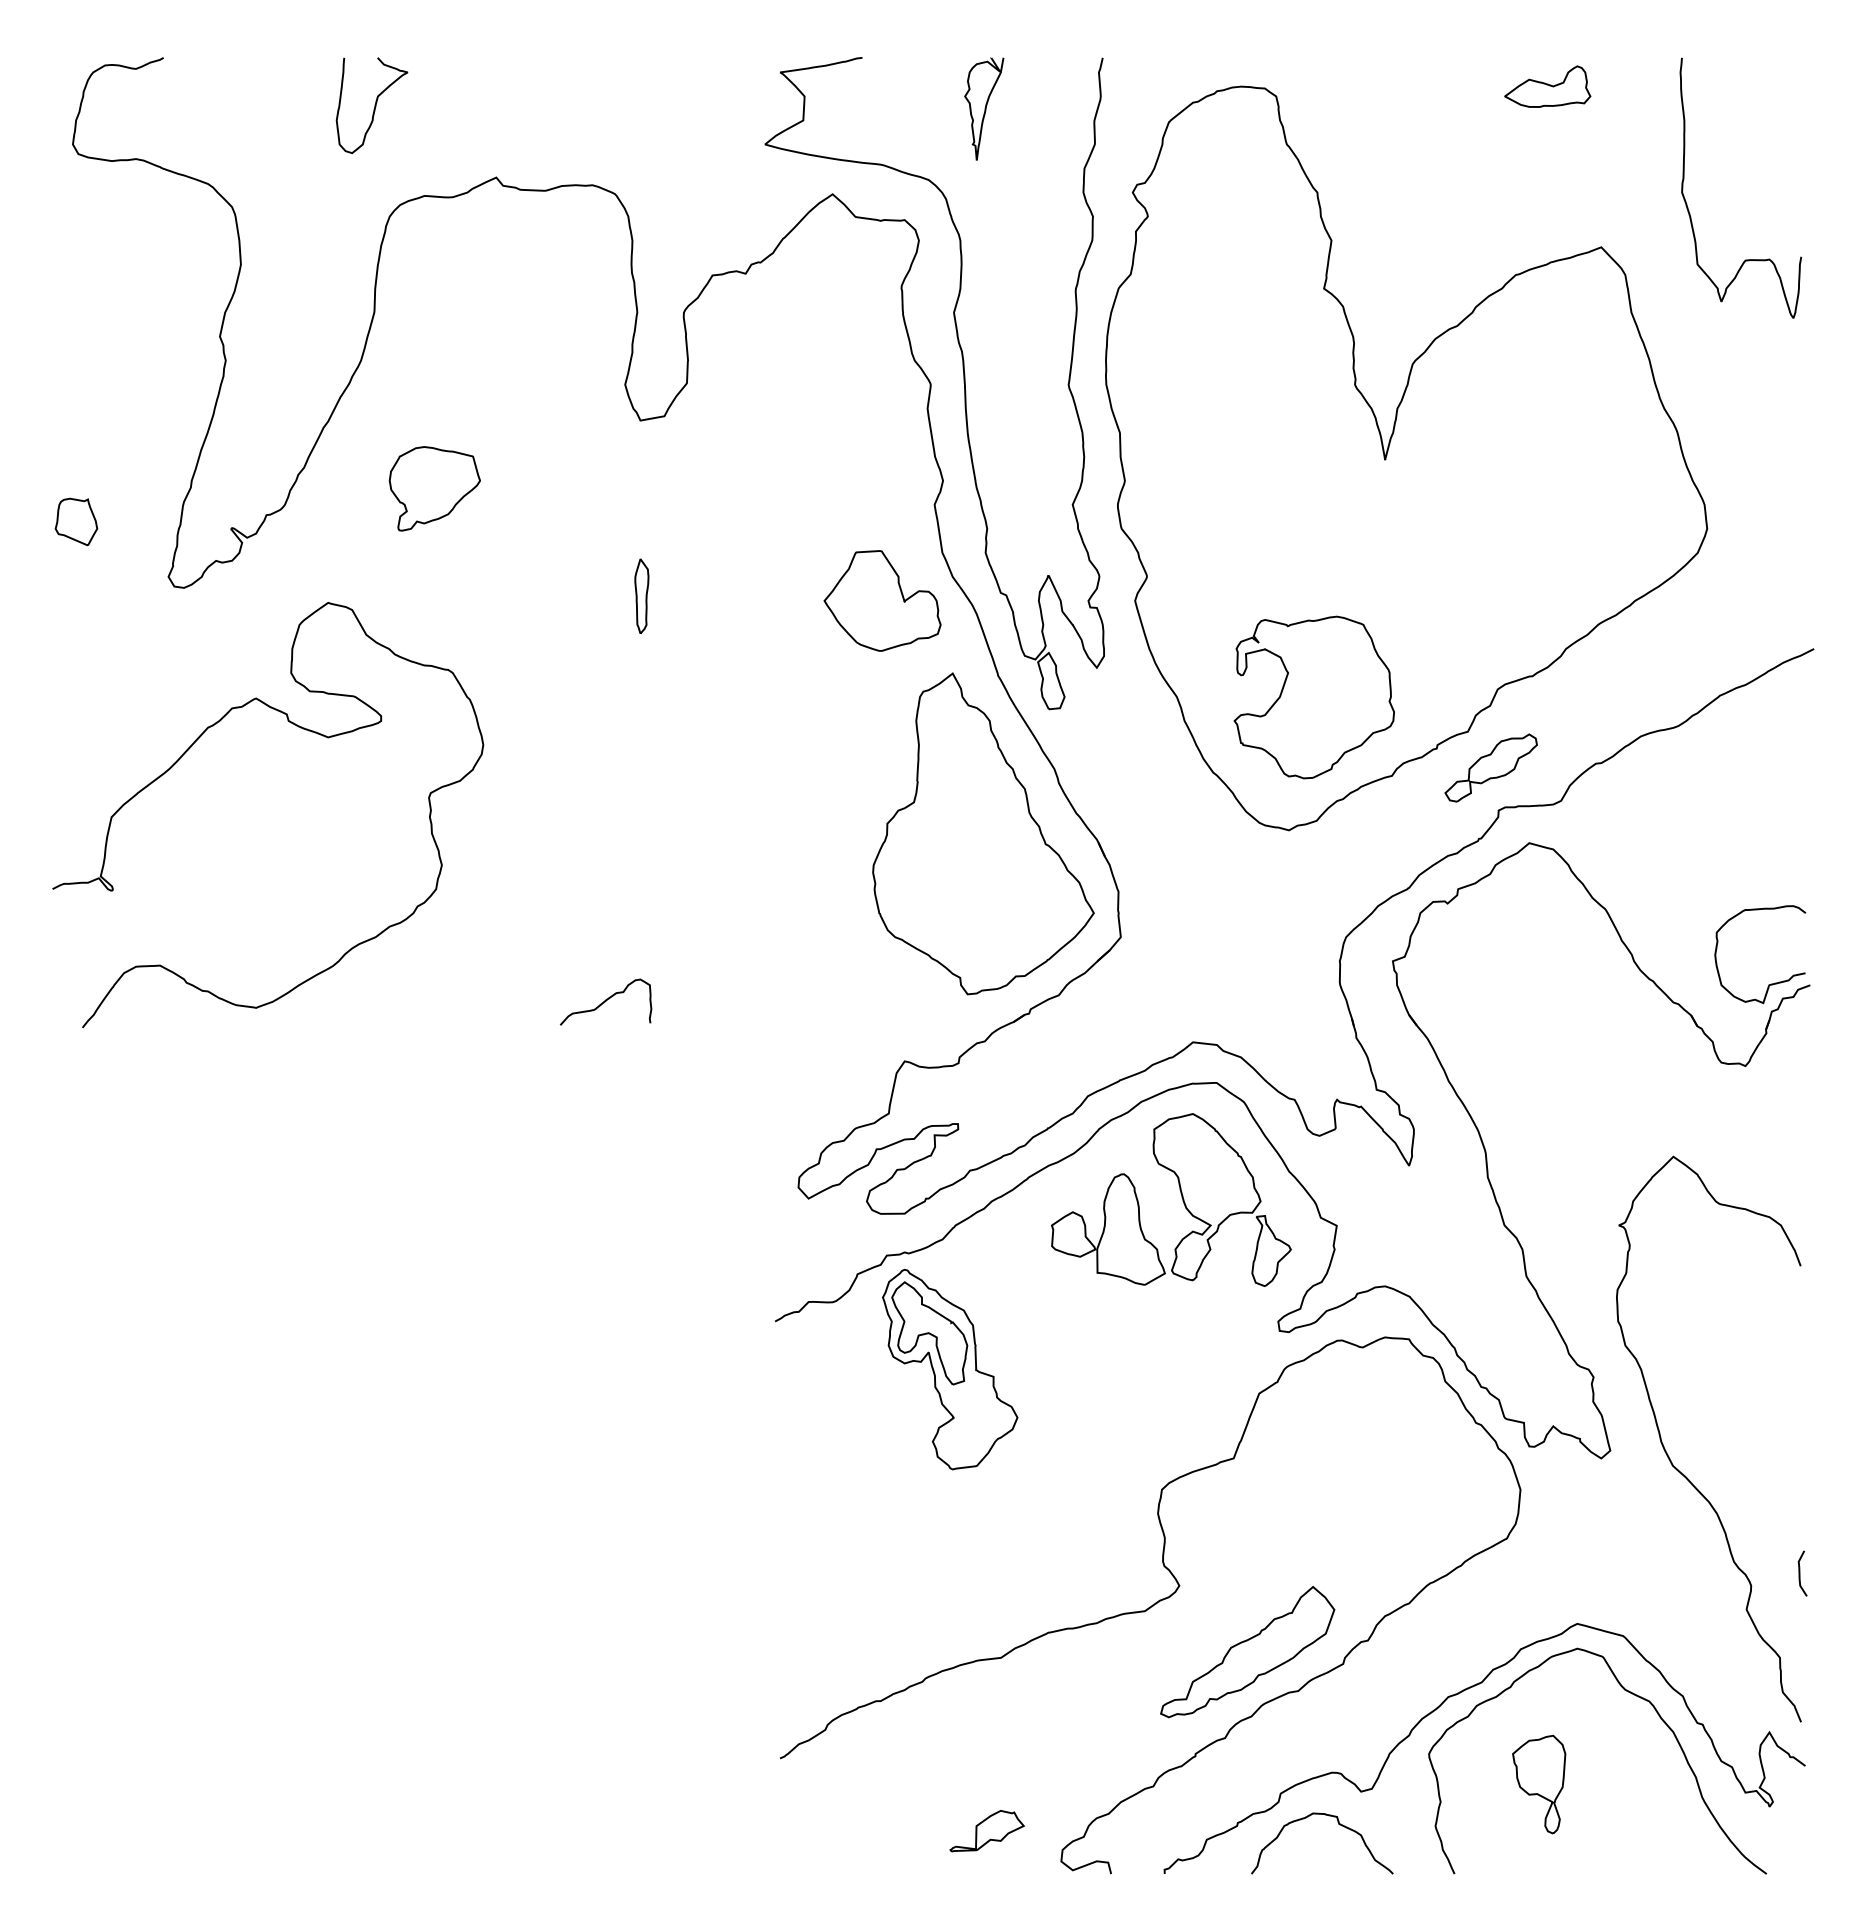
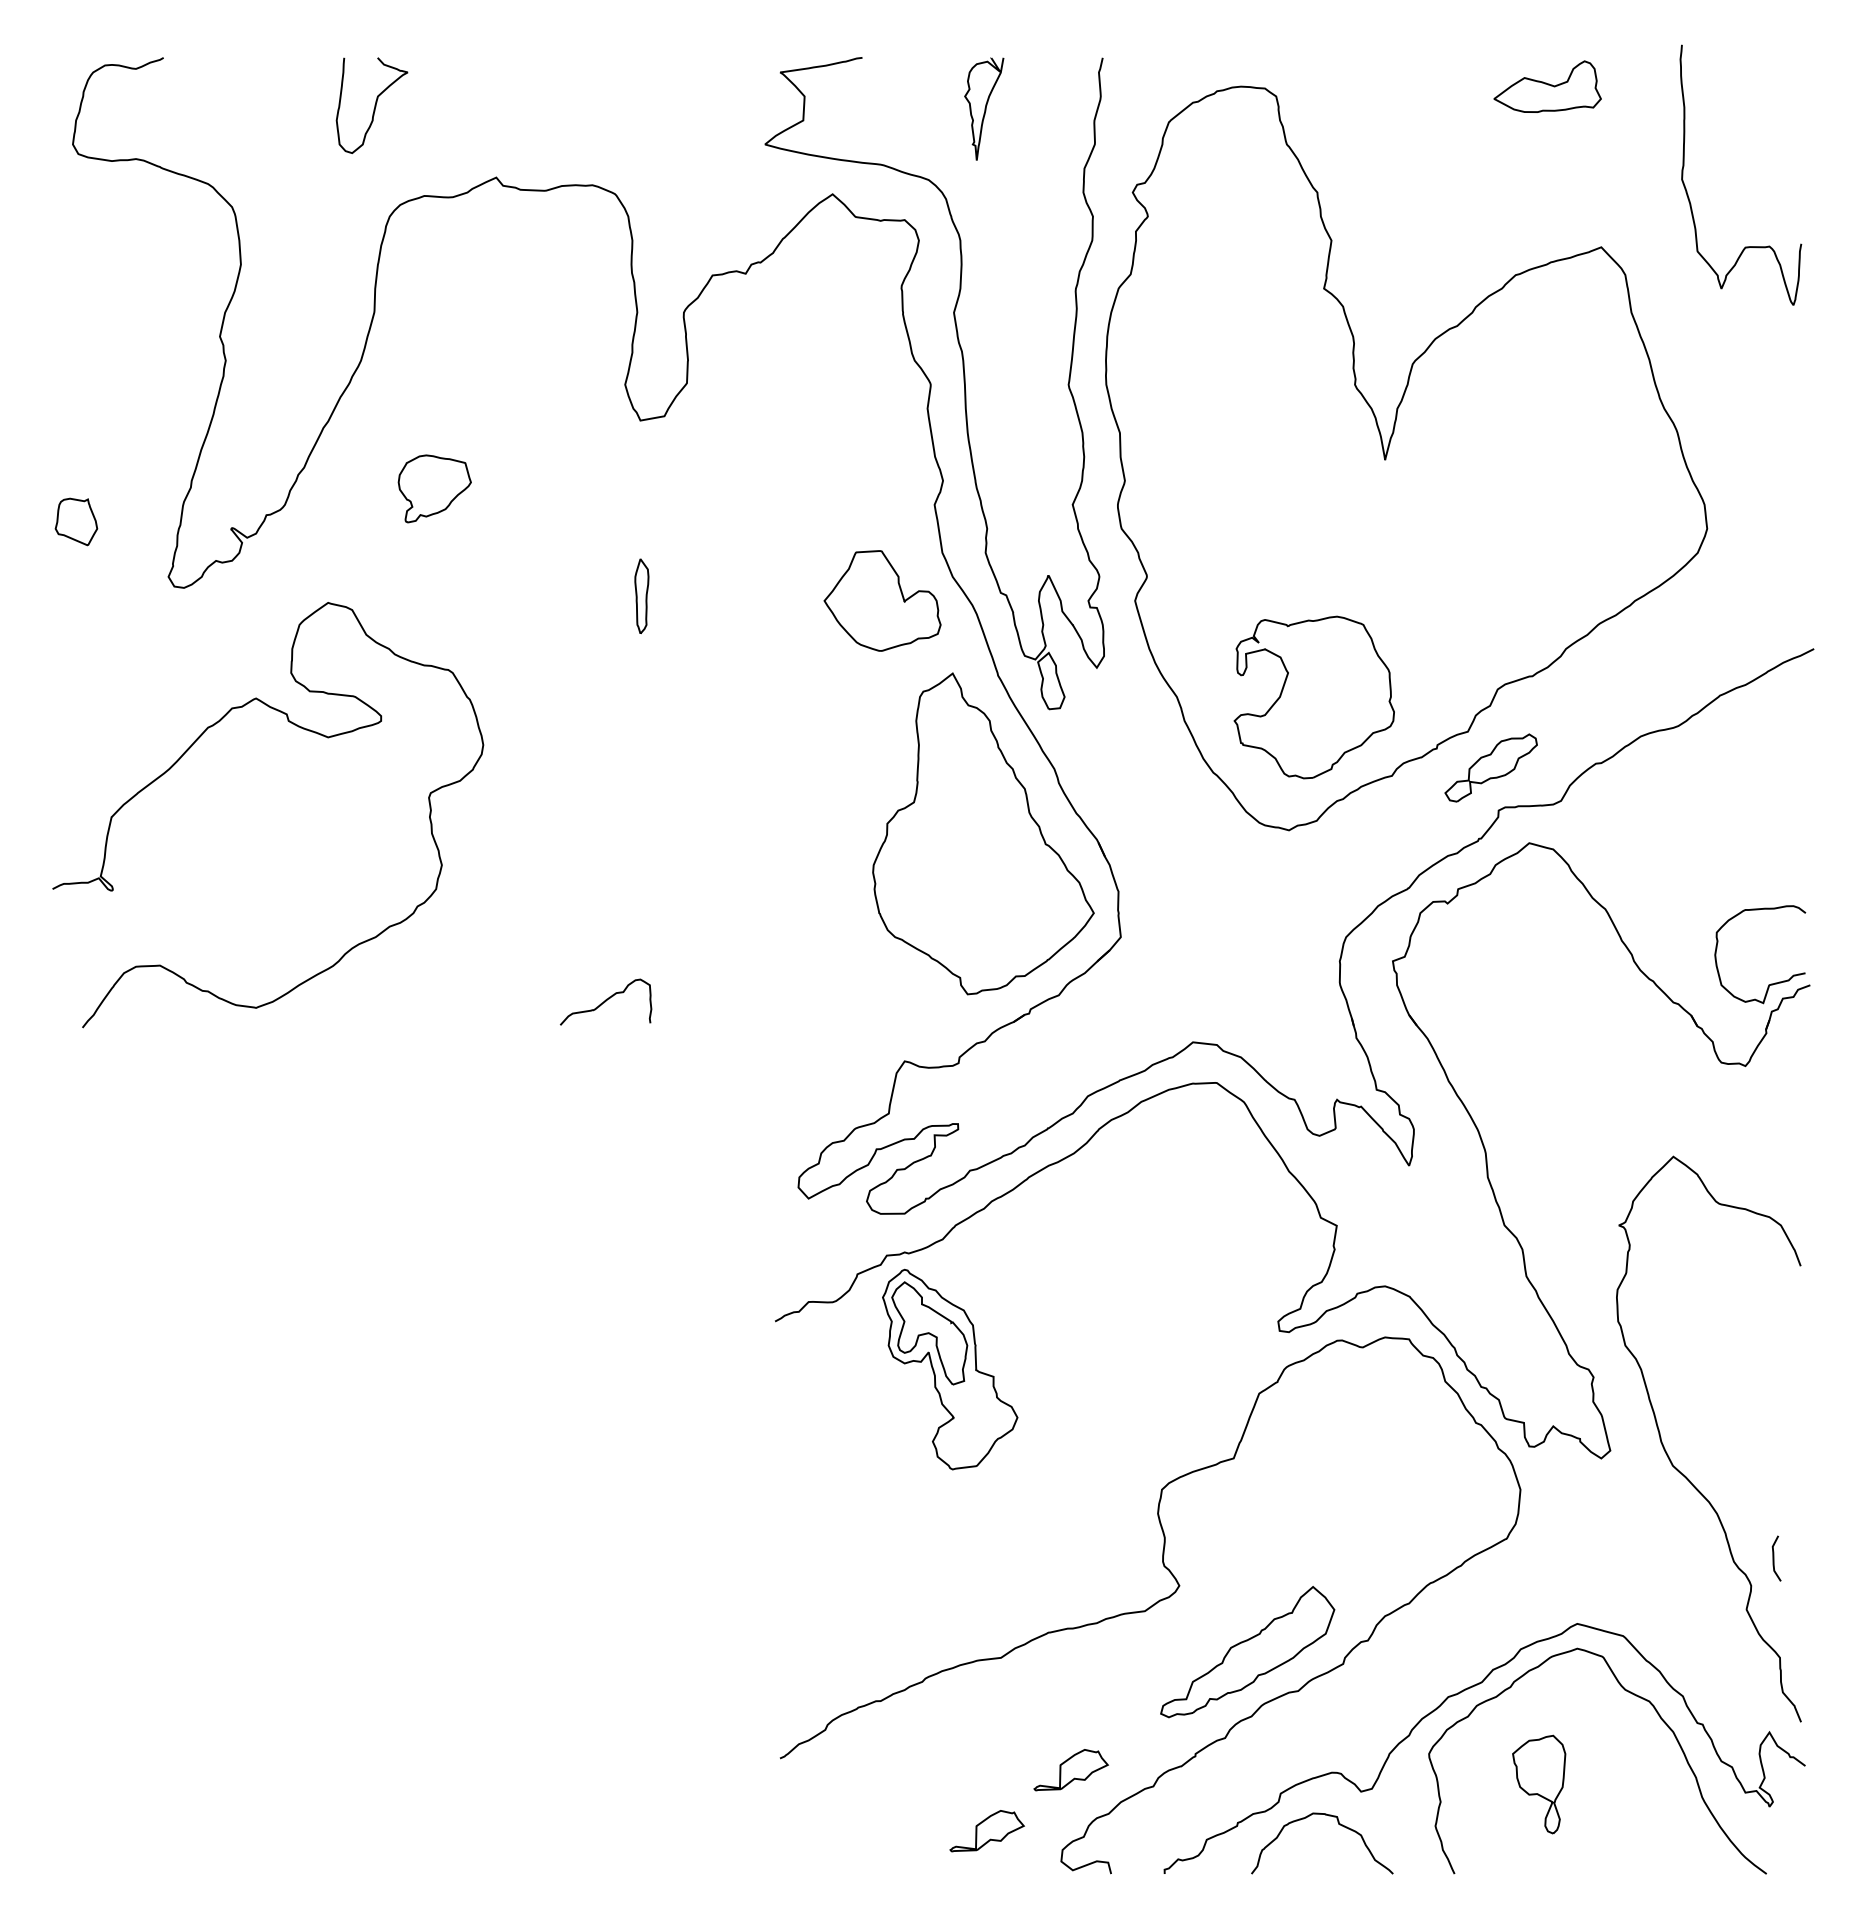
part at (1547, 86) size: 88x43 px -> 109x53 px
curve at (1687, 204) position: (1687, 204) -> (1687, 191)
part at (434, 488) size: 93x86 px -> 75x70 px
part at (1181, 1197): present -> none
curve at (1800, 1573) position: (1800, 1573) -> (1774, 1558)
part at (1070, 1770): none -> present
